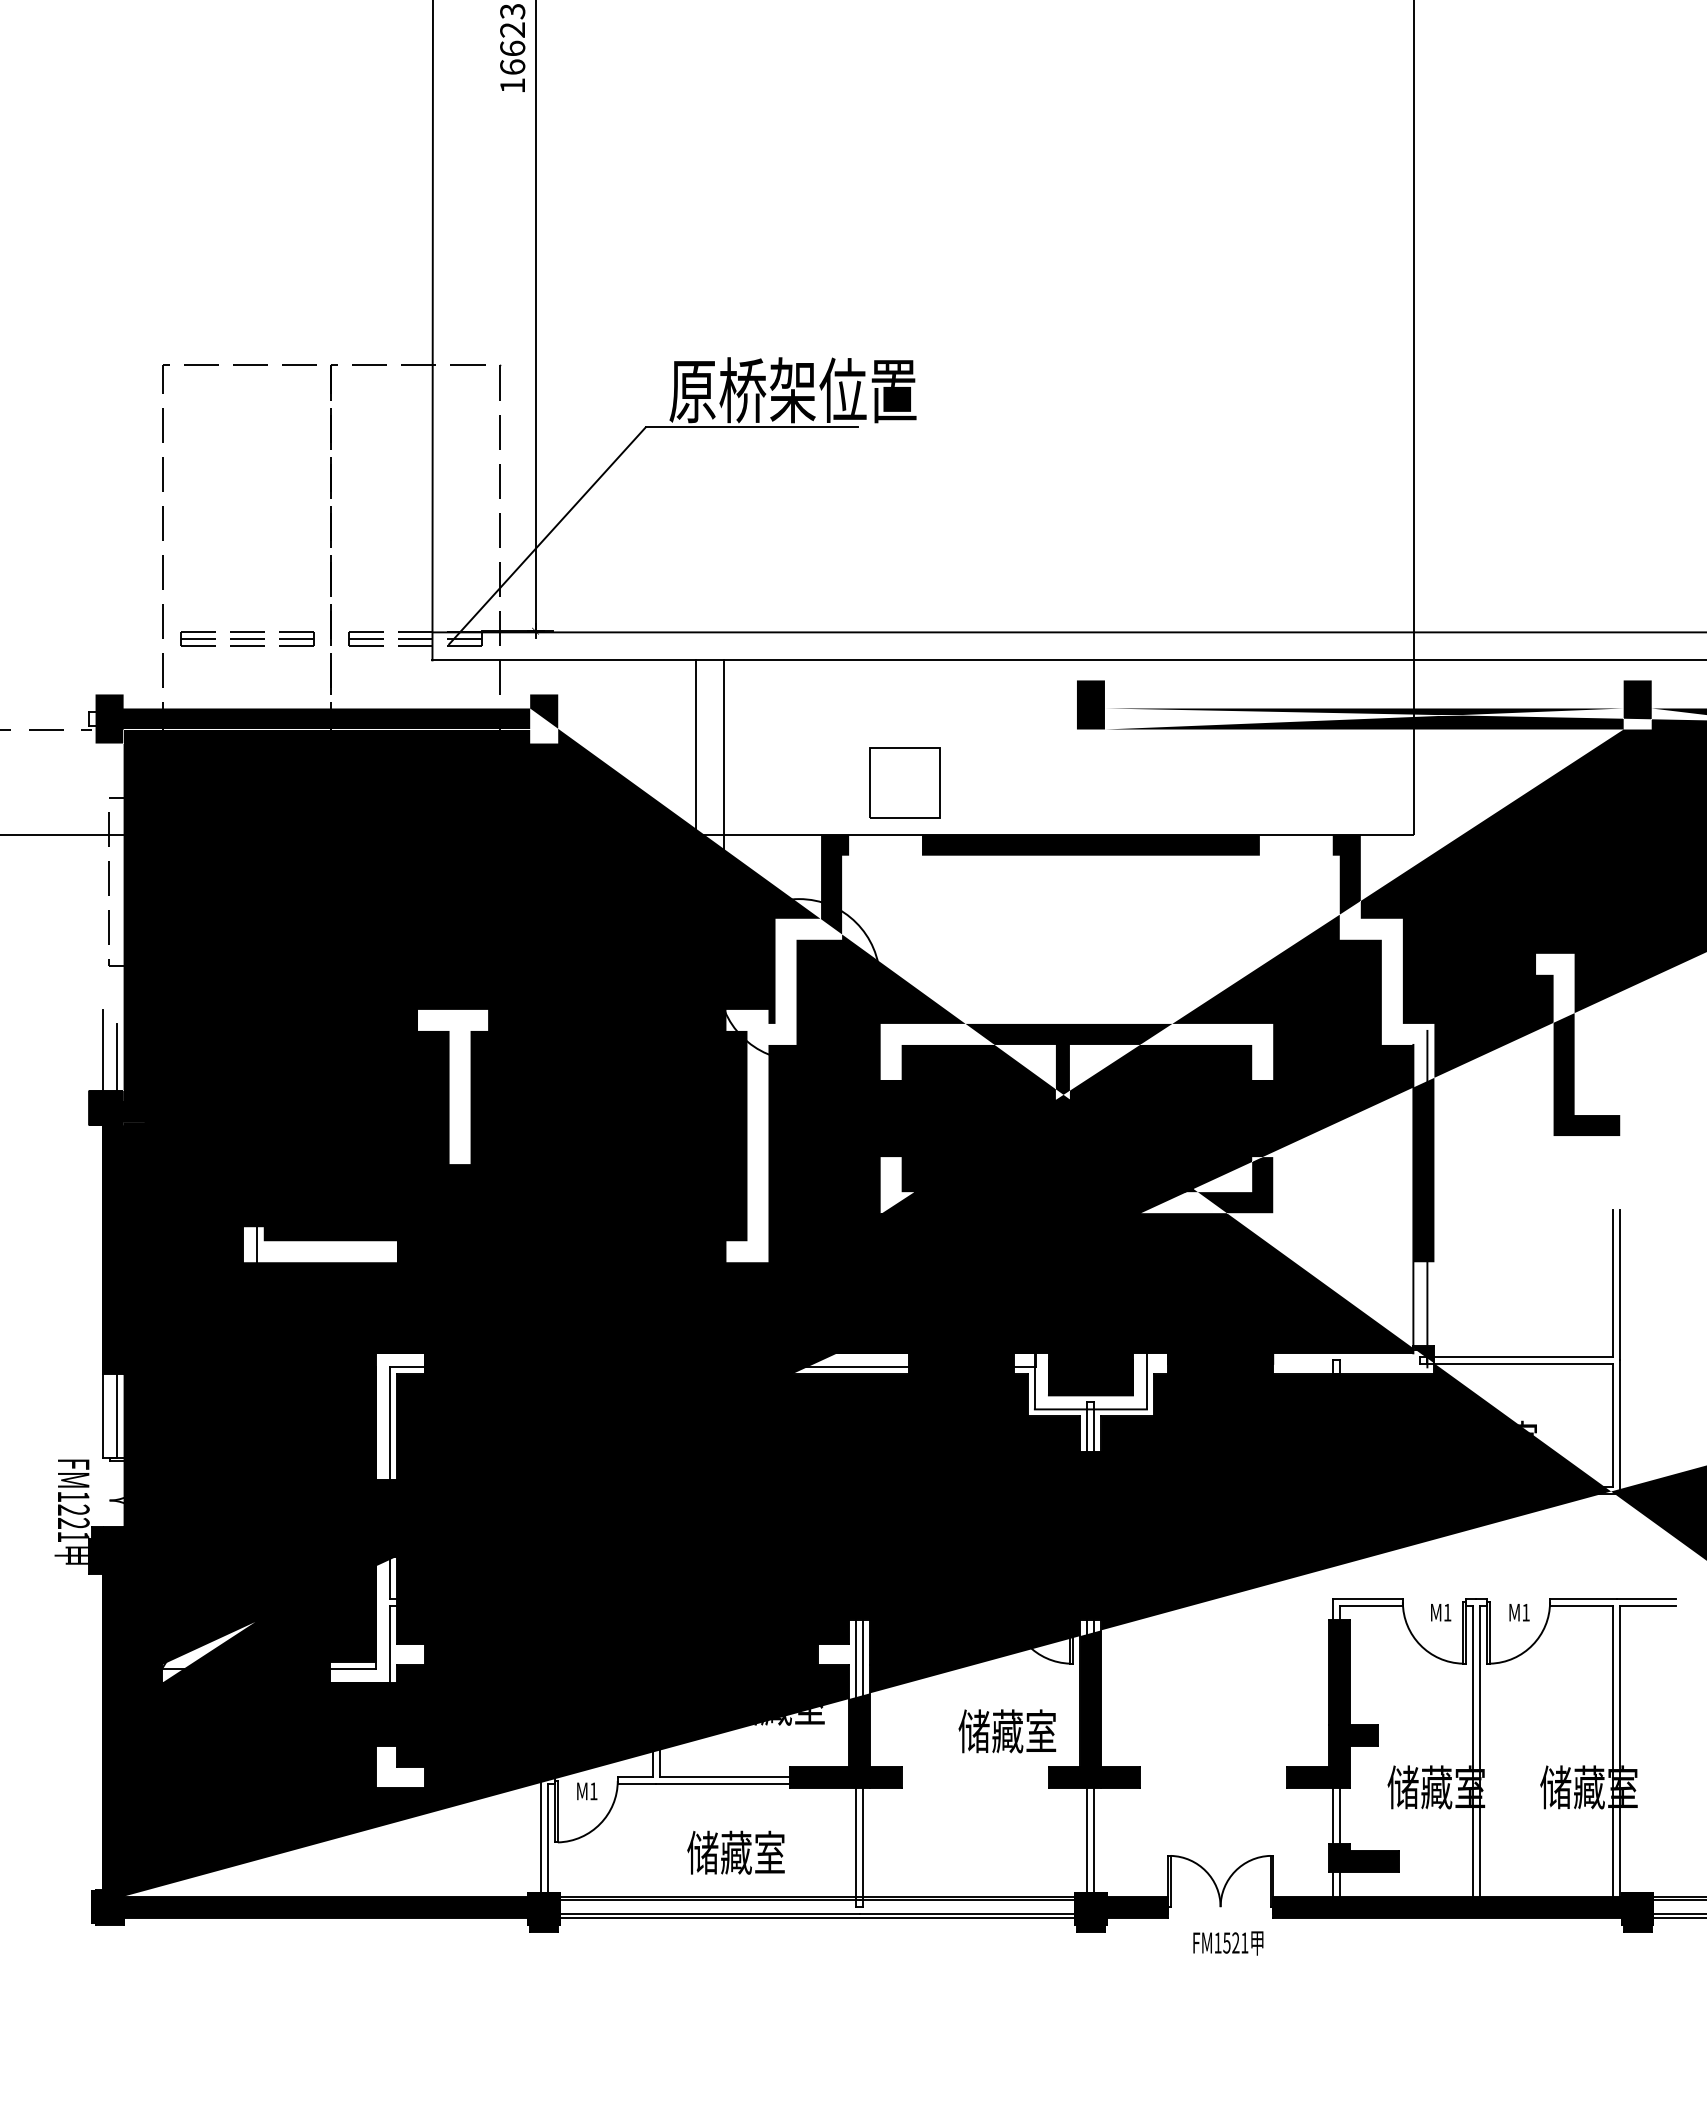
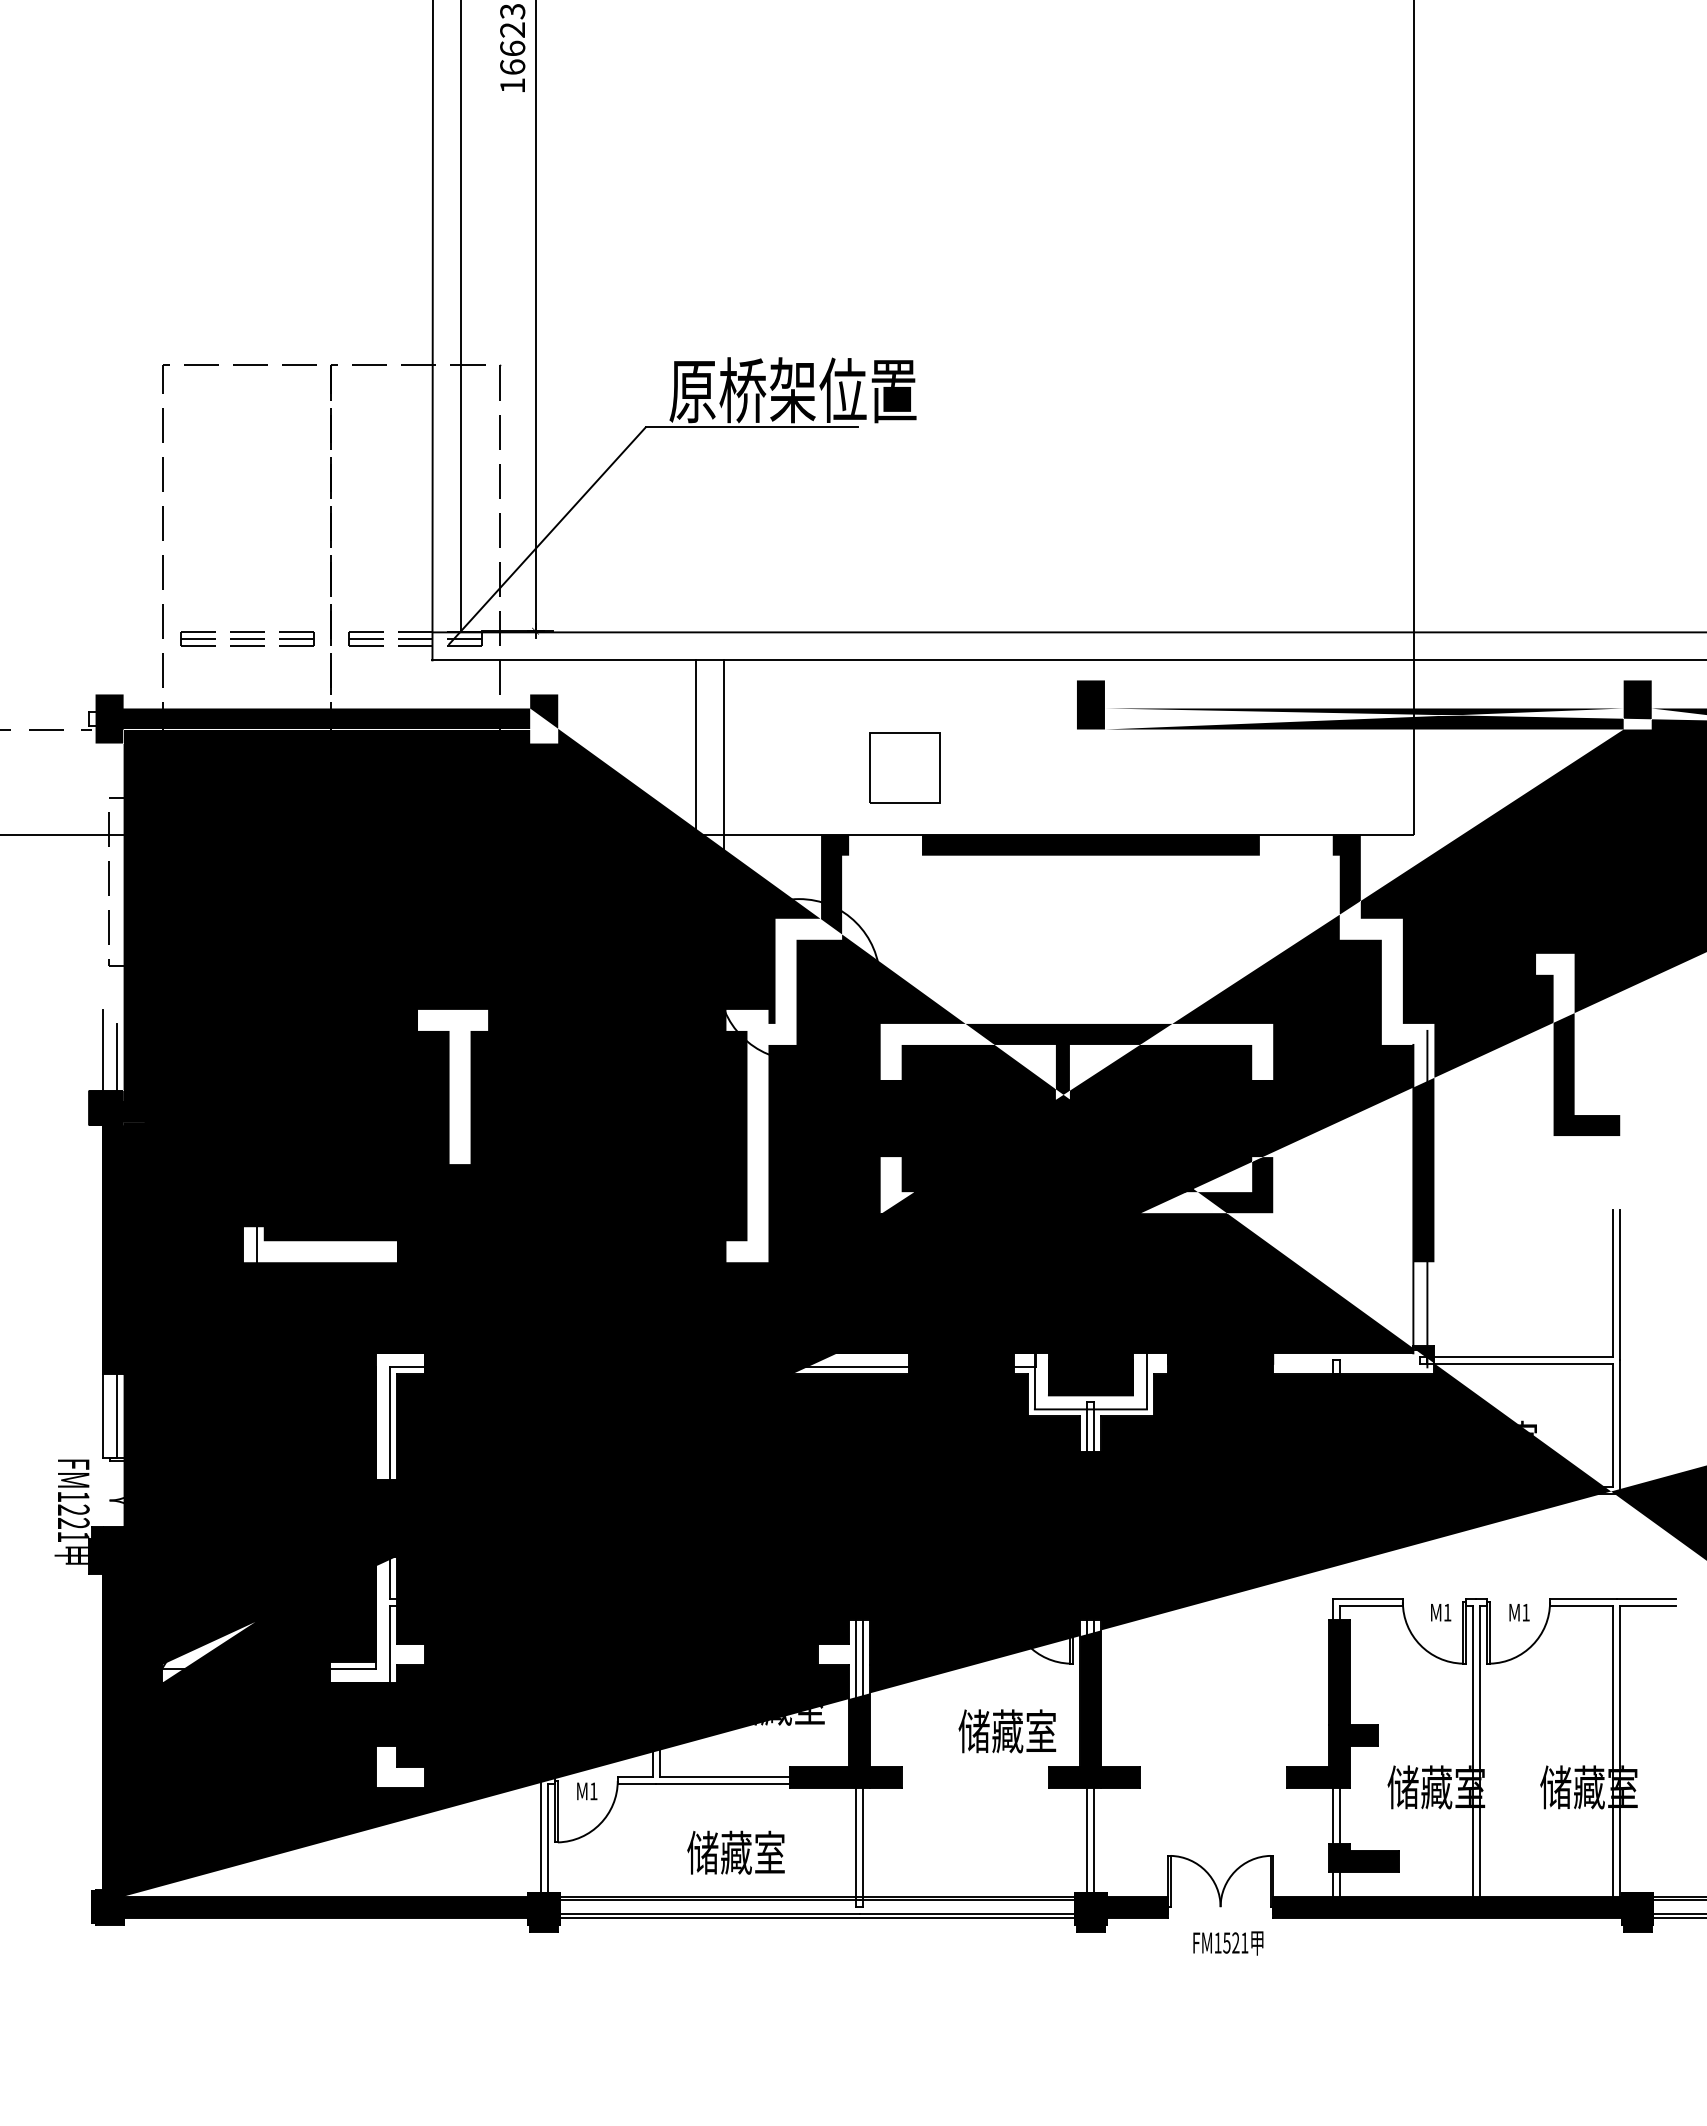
line at (461, 317): none -> present
part at (904, 782) position: (904, 782) -> (904, 767)
